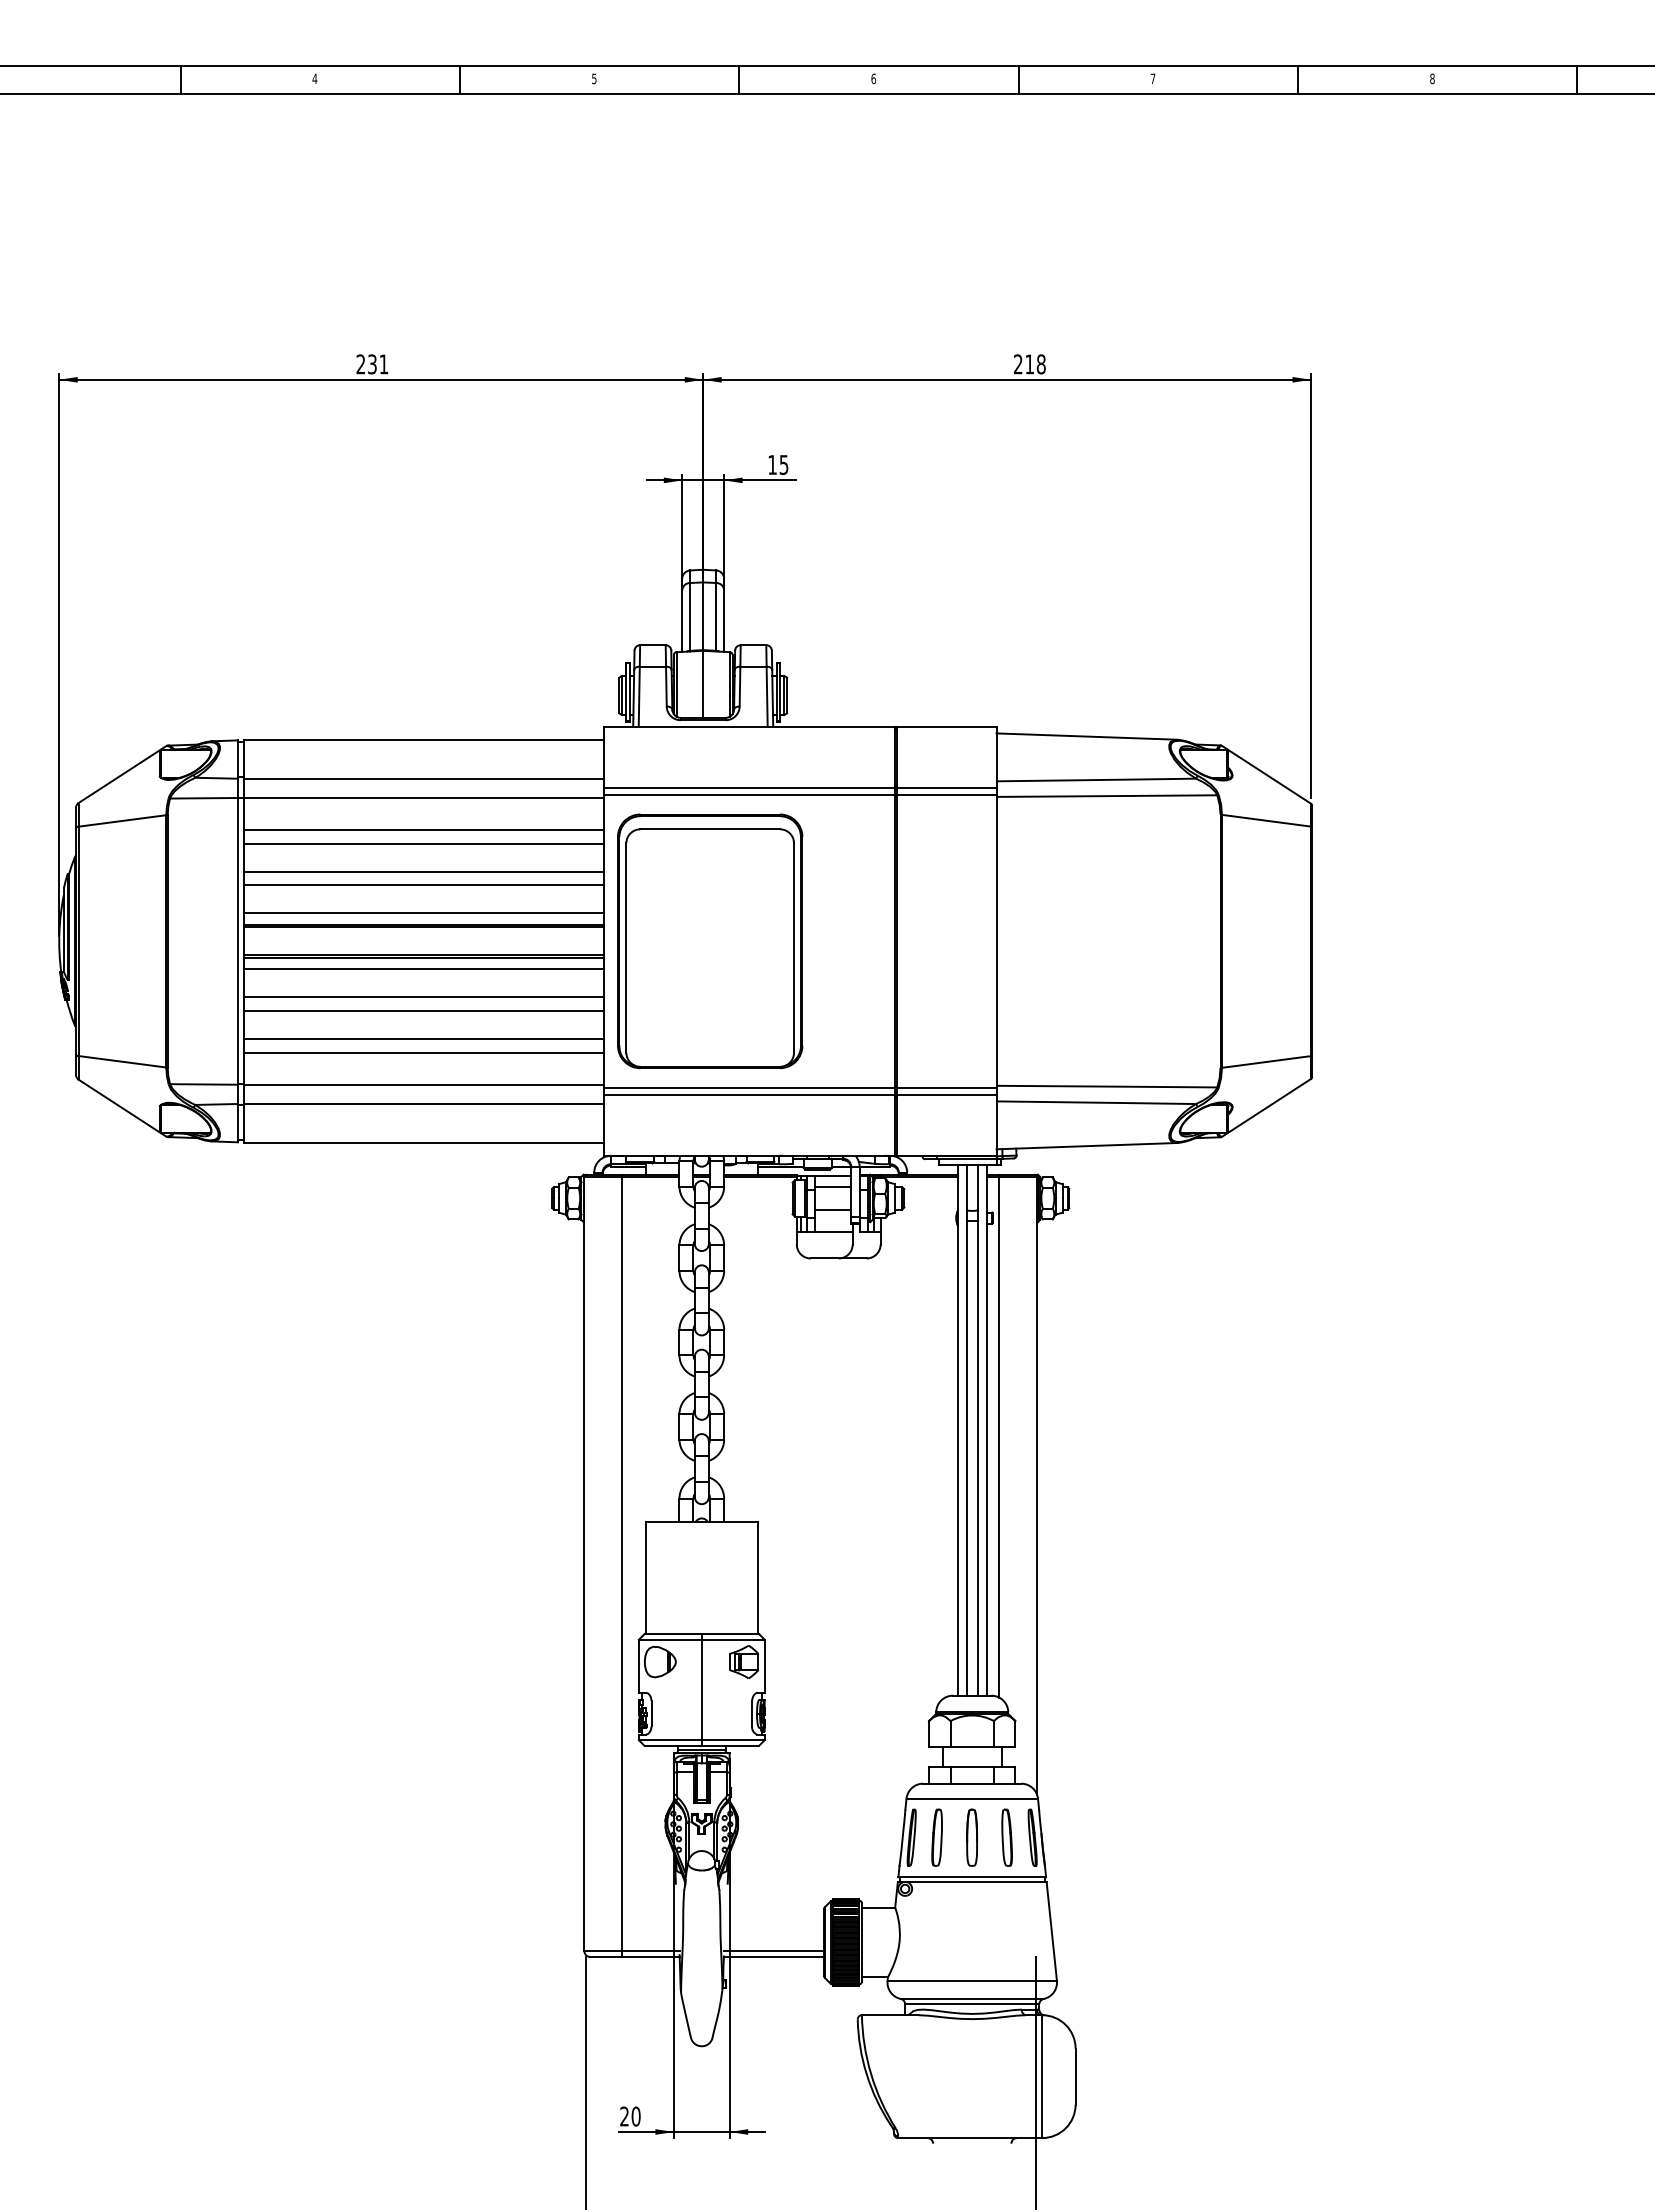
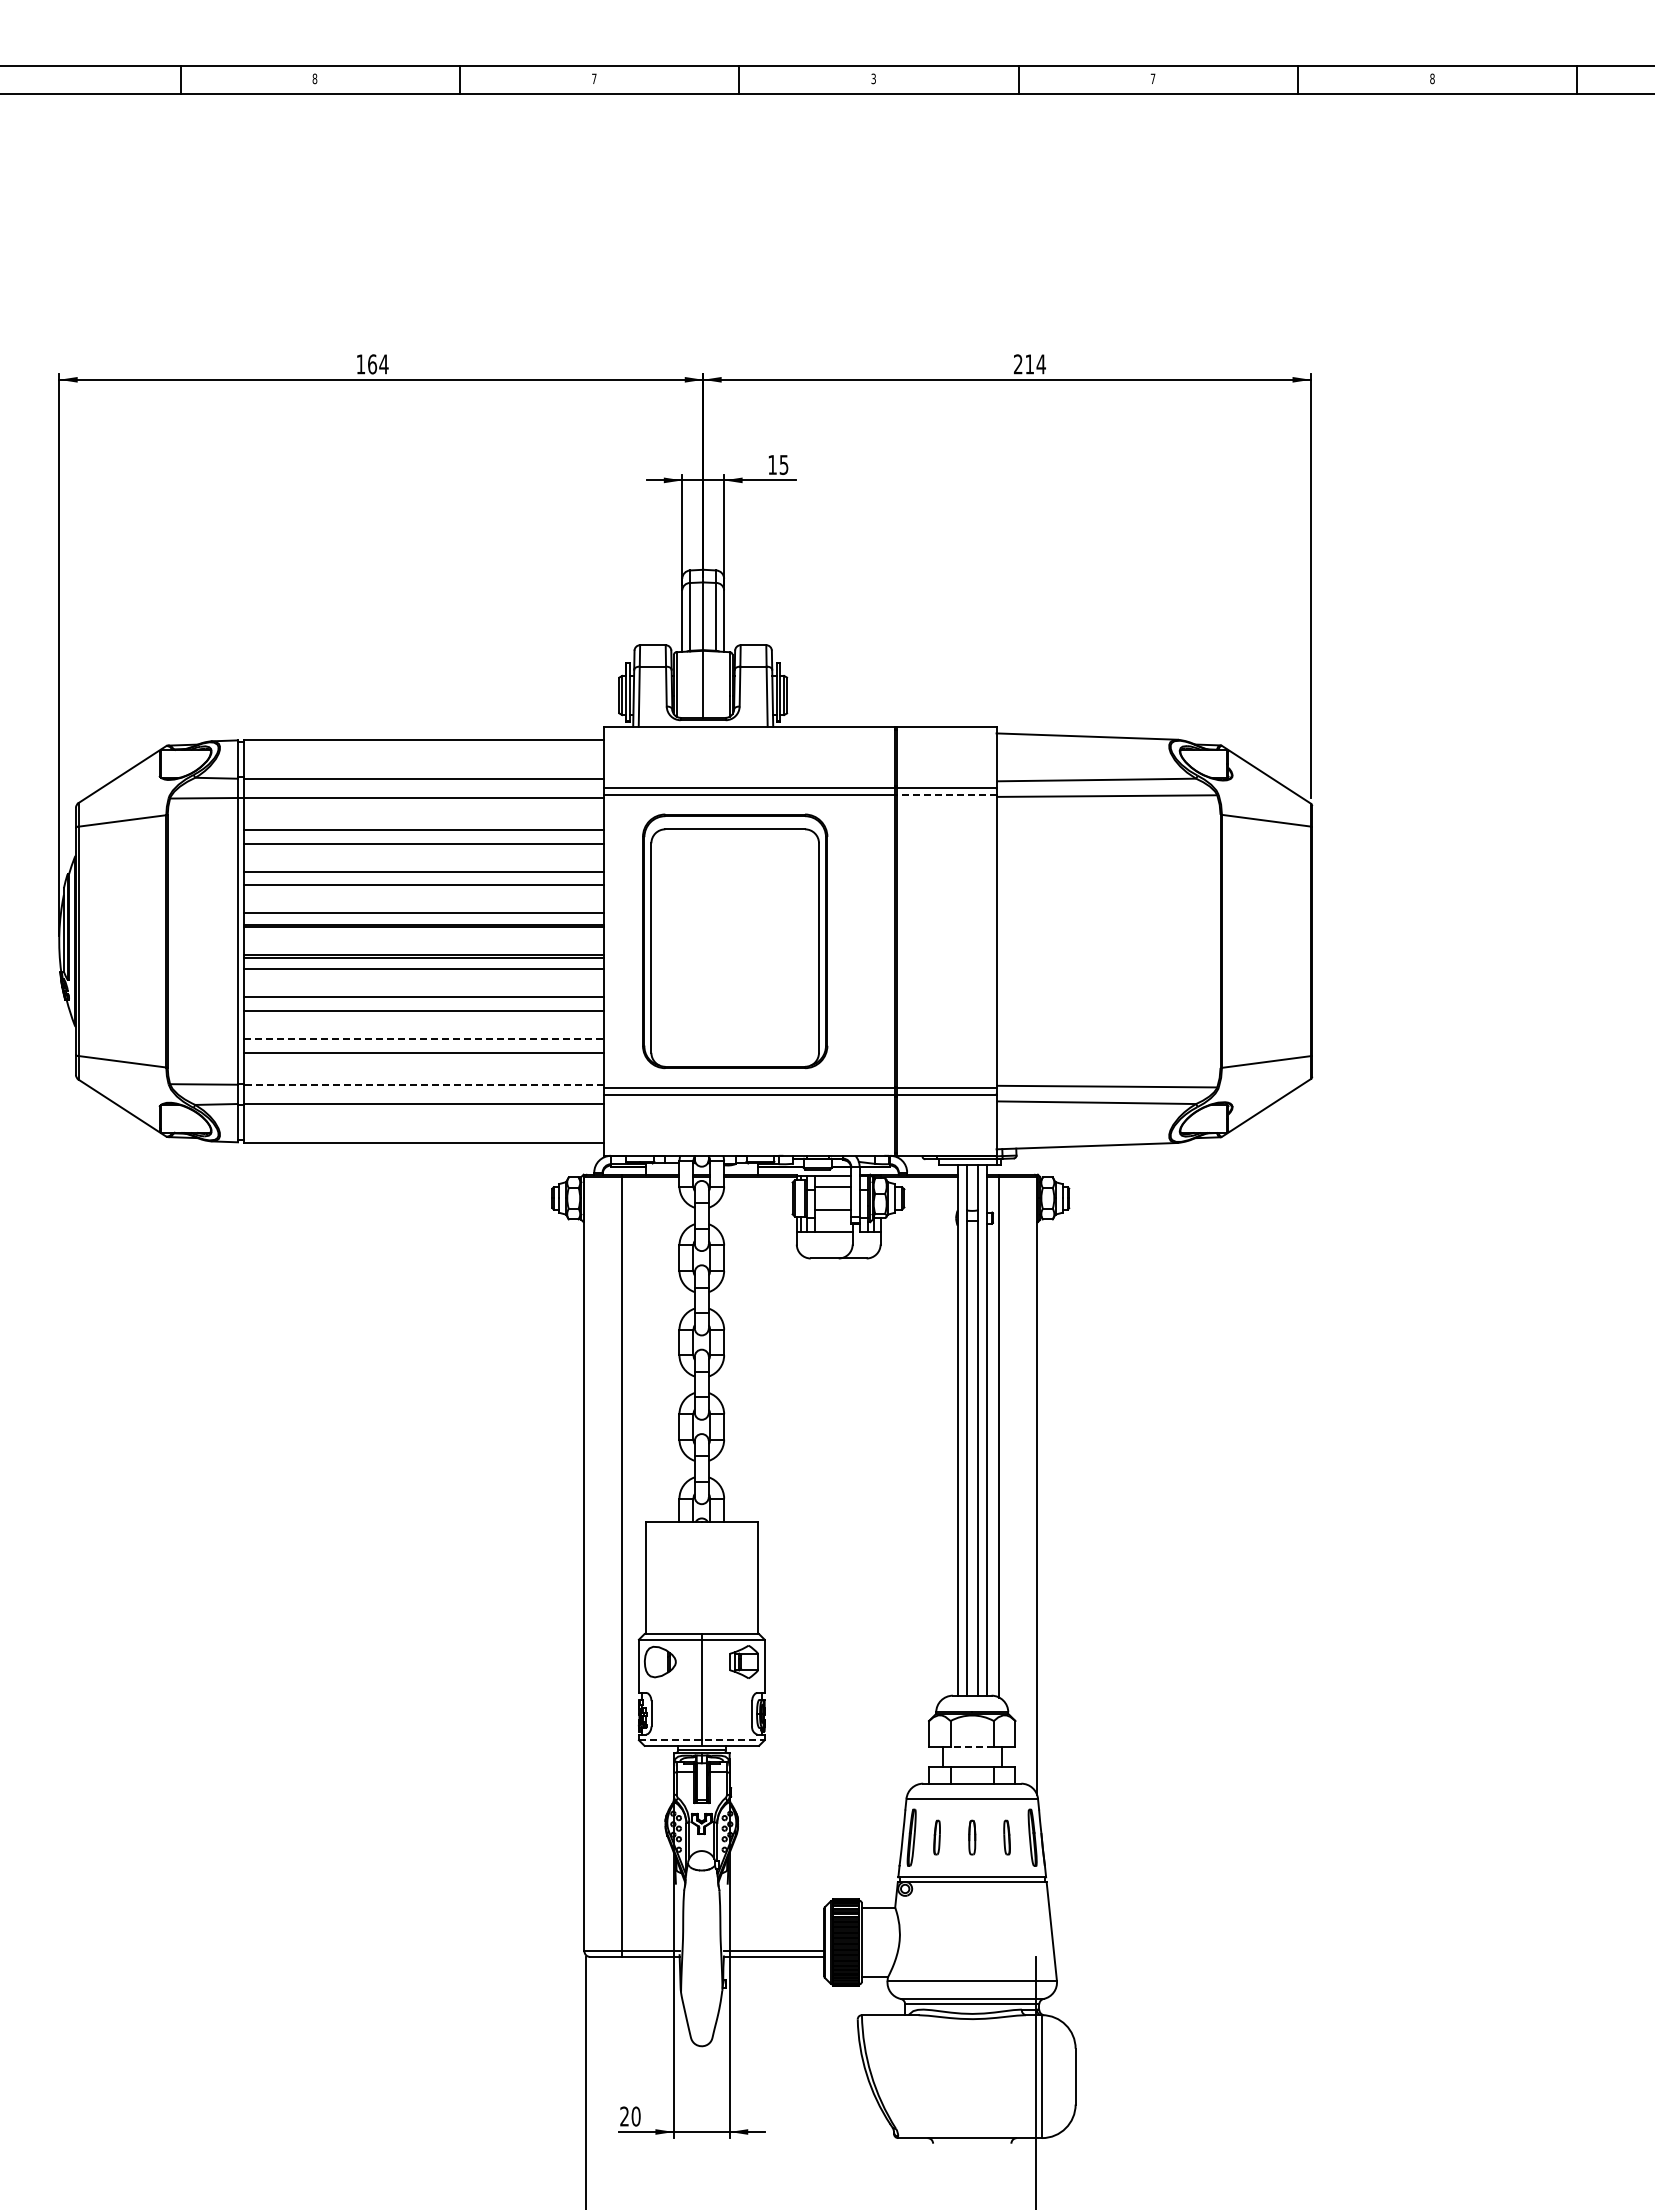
text at (314, 78): 4 -> 8
text at (594, 78): 5 -> 7
text at (873, 78): 6 -> 3
text at (372, 364): 231 -> 164
text at (1040, 364): 218 -> 214
line at (946, 794): solid -> dashed
part at (710, 941) position: (710, 941) -> (735, 941)
line at (424, 1039): solid -> dashed
line at (423, 1084): solid -> dashed
line at (701, 1740): solid -> dashed
line at (972, 1747): solid -> dashed
part at (936, 1837) size: 12x59 px -> 8x37 px
part at (972, 1837) size: 13x59 px -> 9x37 px
part at (1006, 1837) size: 12x59 px -> 8x37 px
